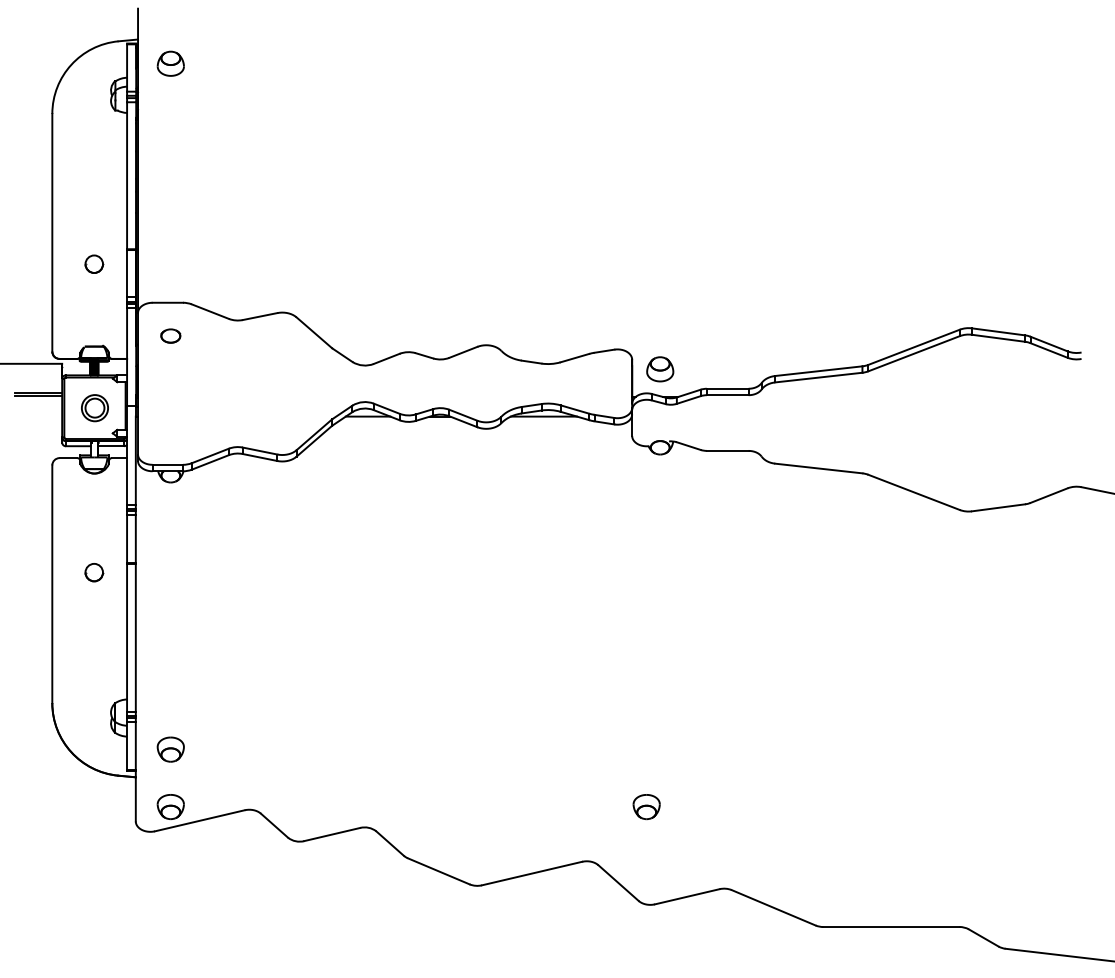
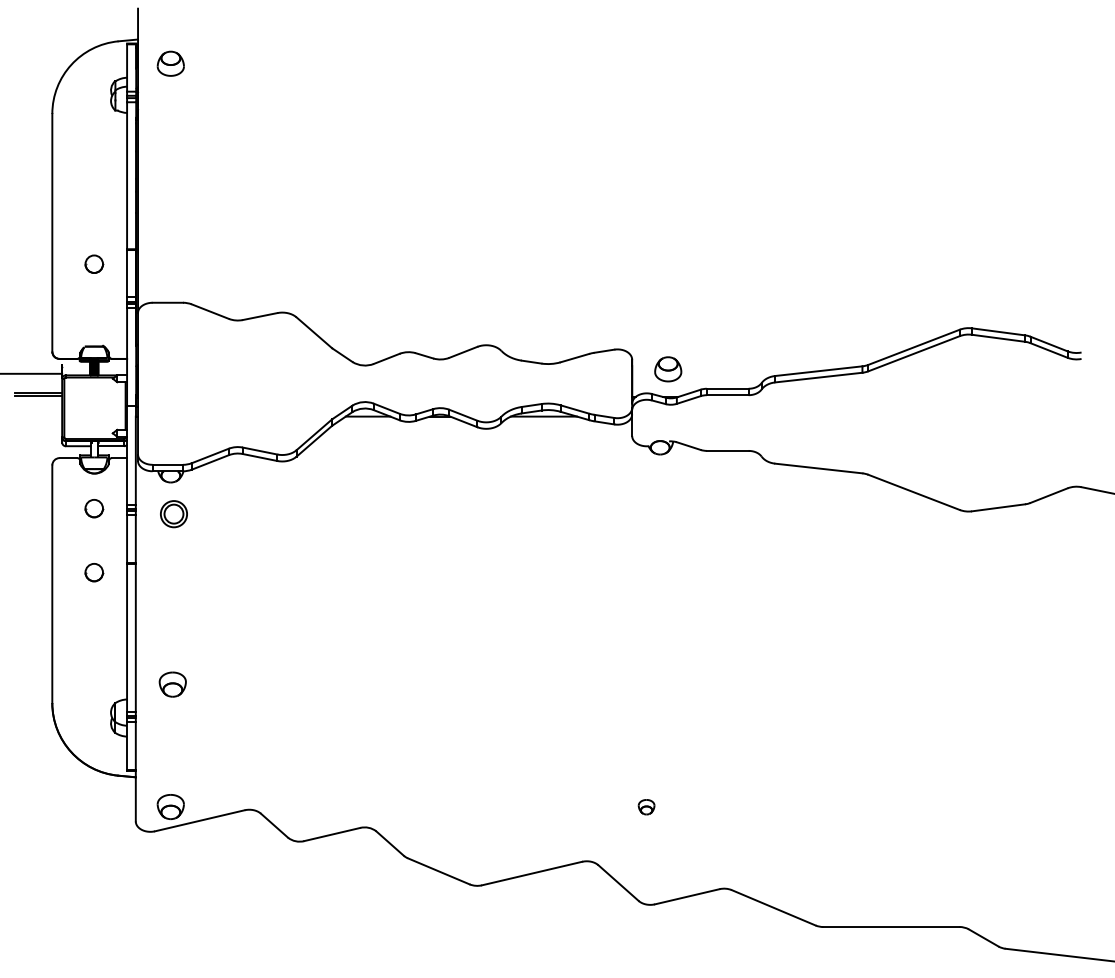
part at (170, 335): present -> none
line at (32, 363) position: (32, 363) -> (32, 373)
part at (660, 369) position: (660, 369) -> (668, 369)
part at (94, 408) position: (94, 408) -> (173, 514)
part at (94, 508): none -> present
part at (170, 749) position: (170, 749) -> (172, 684)
part at (646, 807) size: 29x27 px -> 19x17 px
